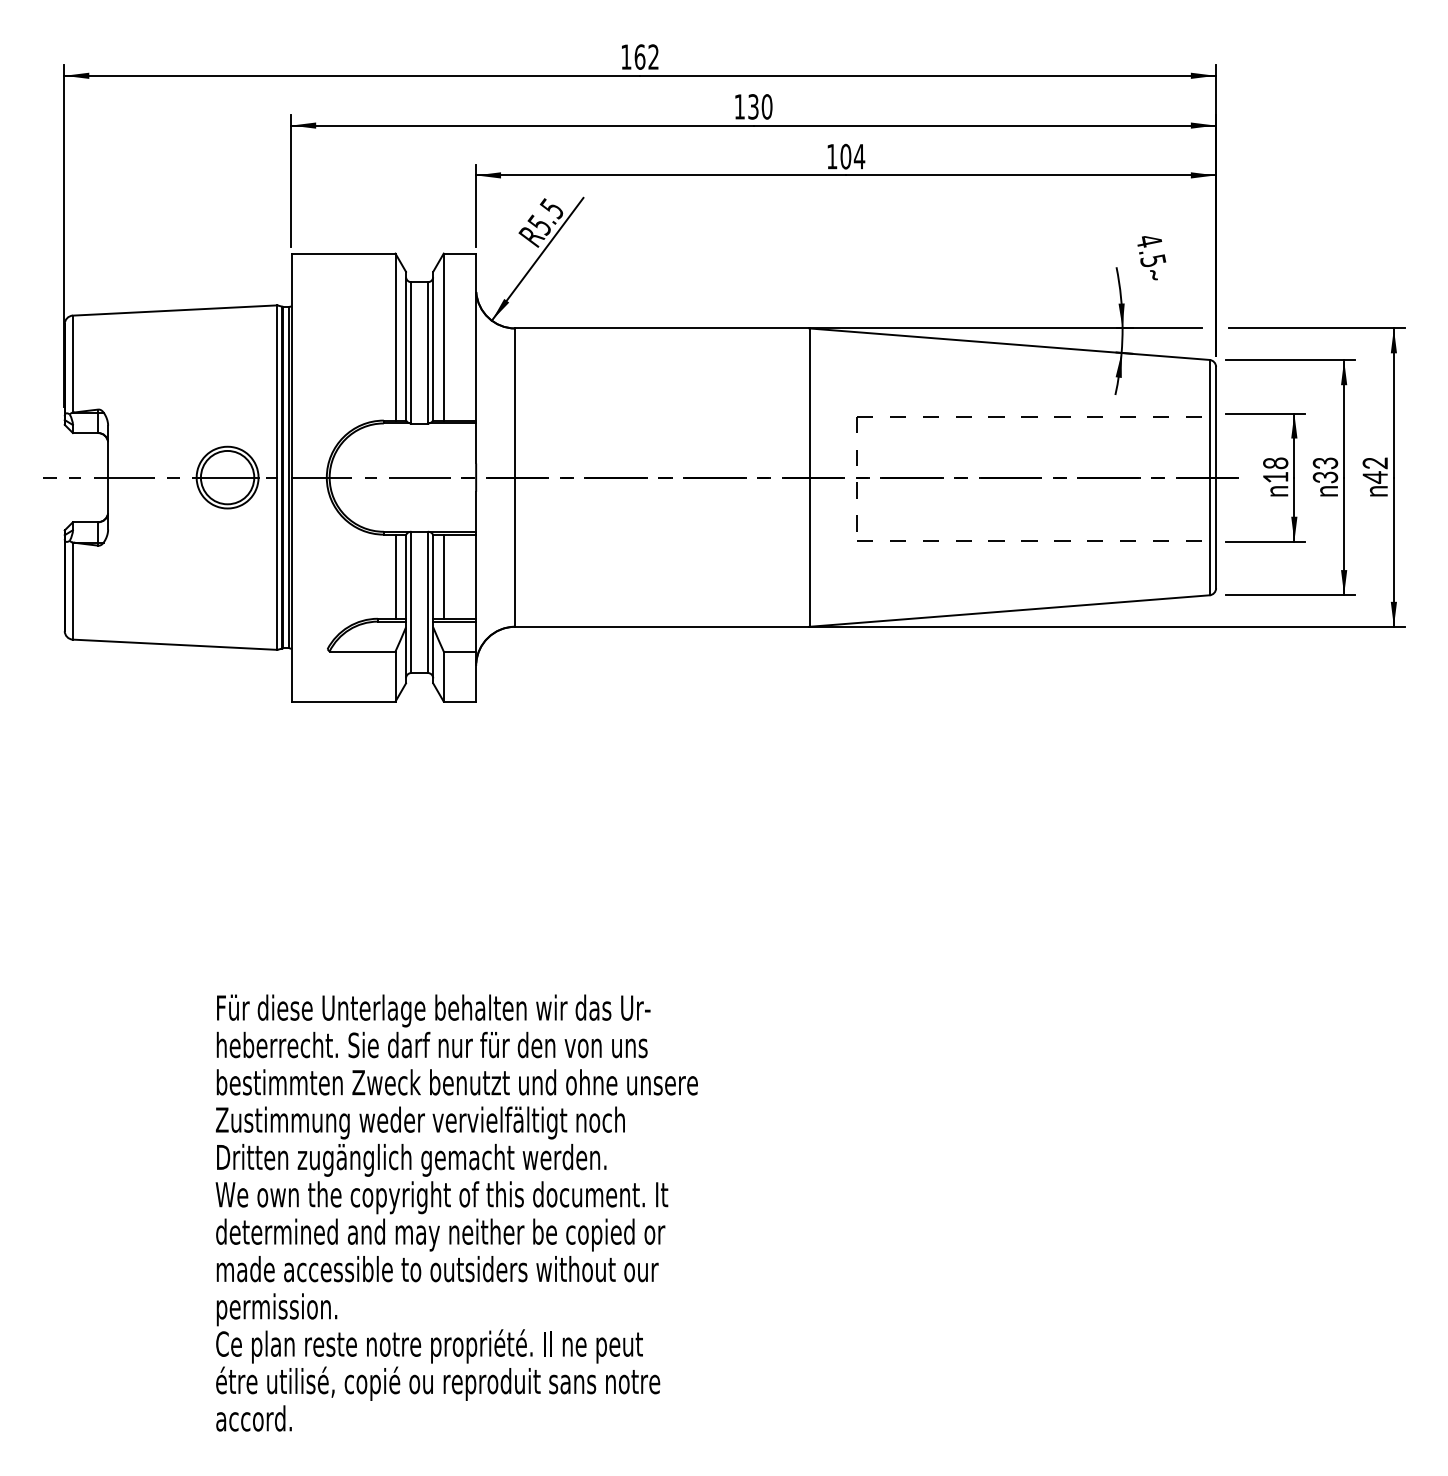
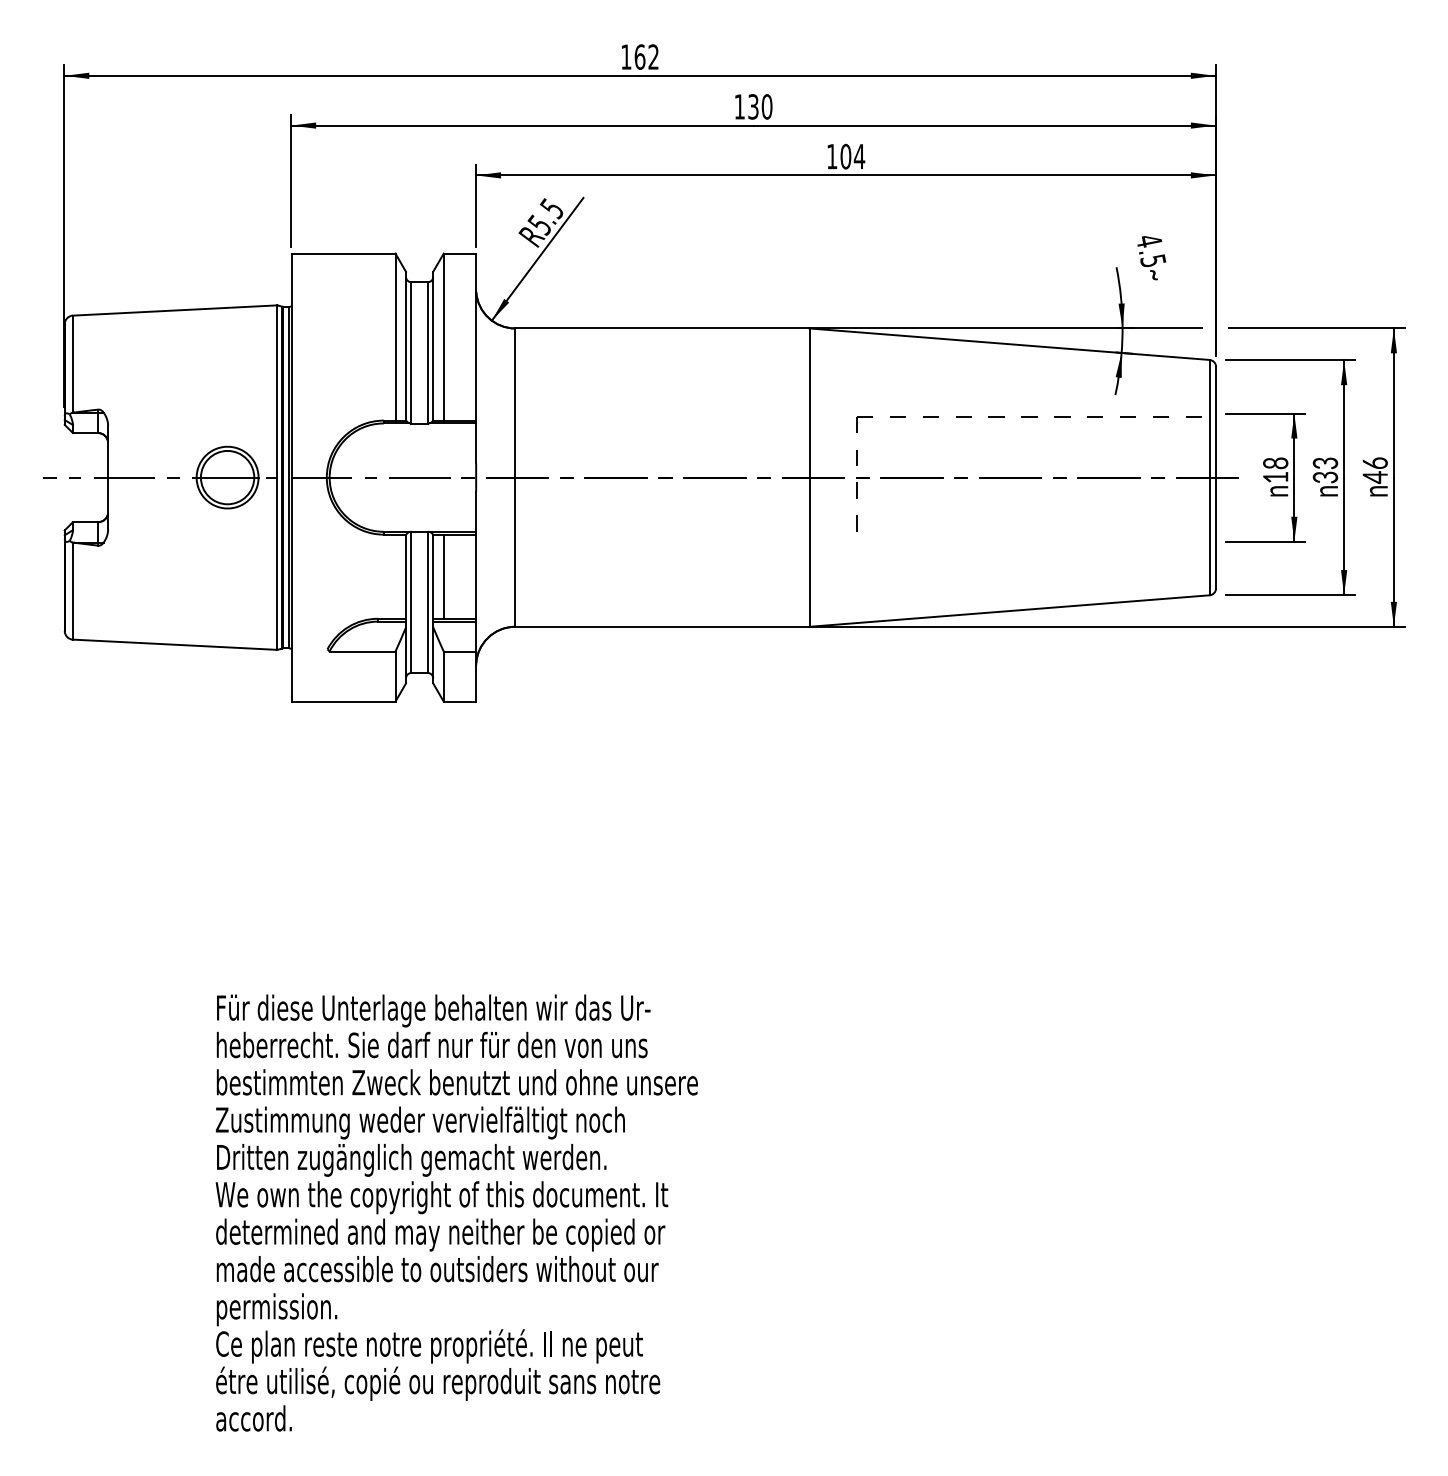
text at (1374, 463): 42 -> 46
line at (1029, 540): present -> none
line at (395, 576): present -> none
